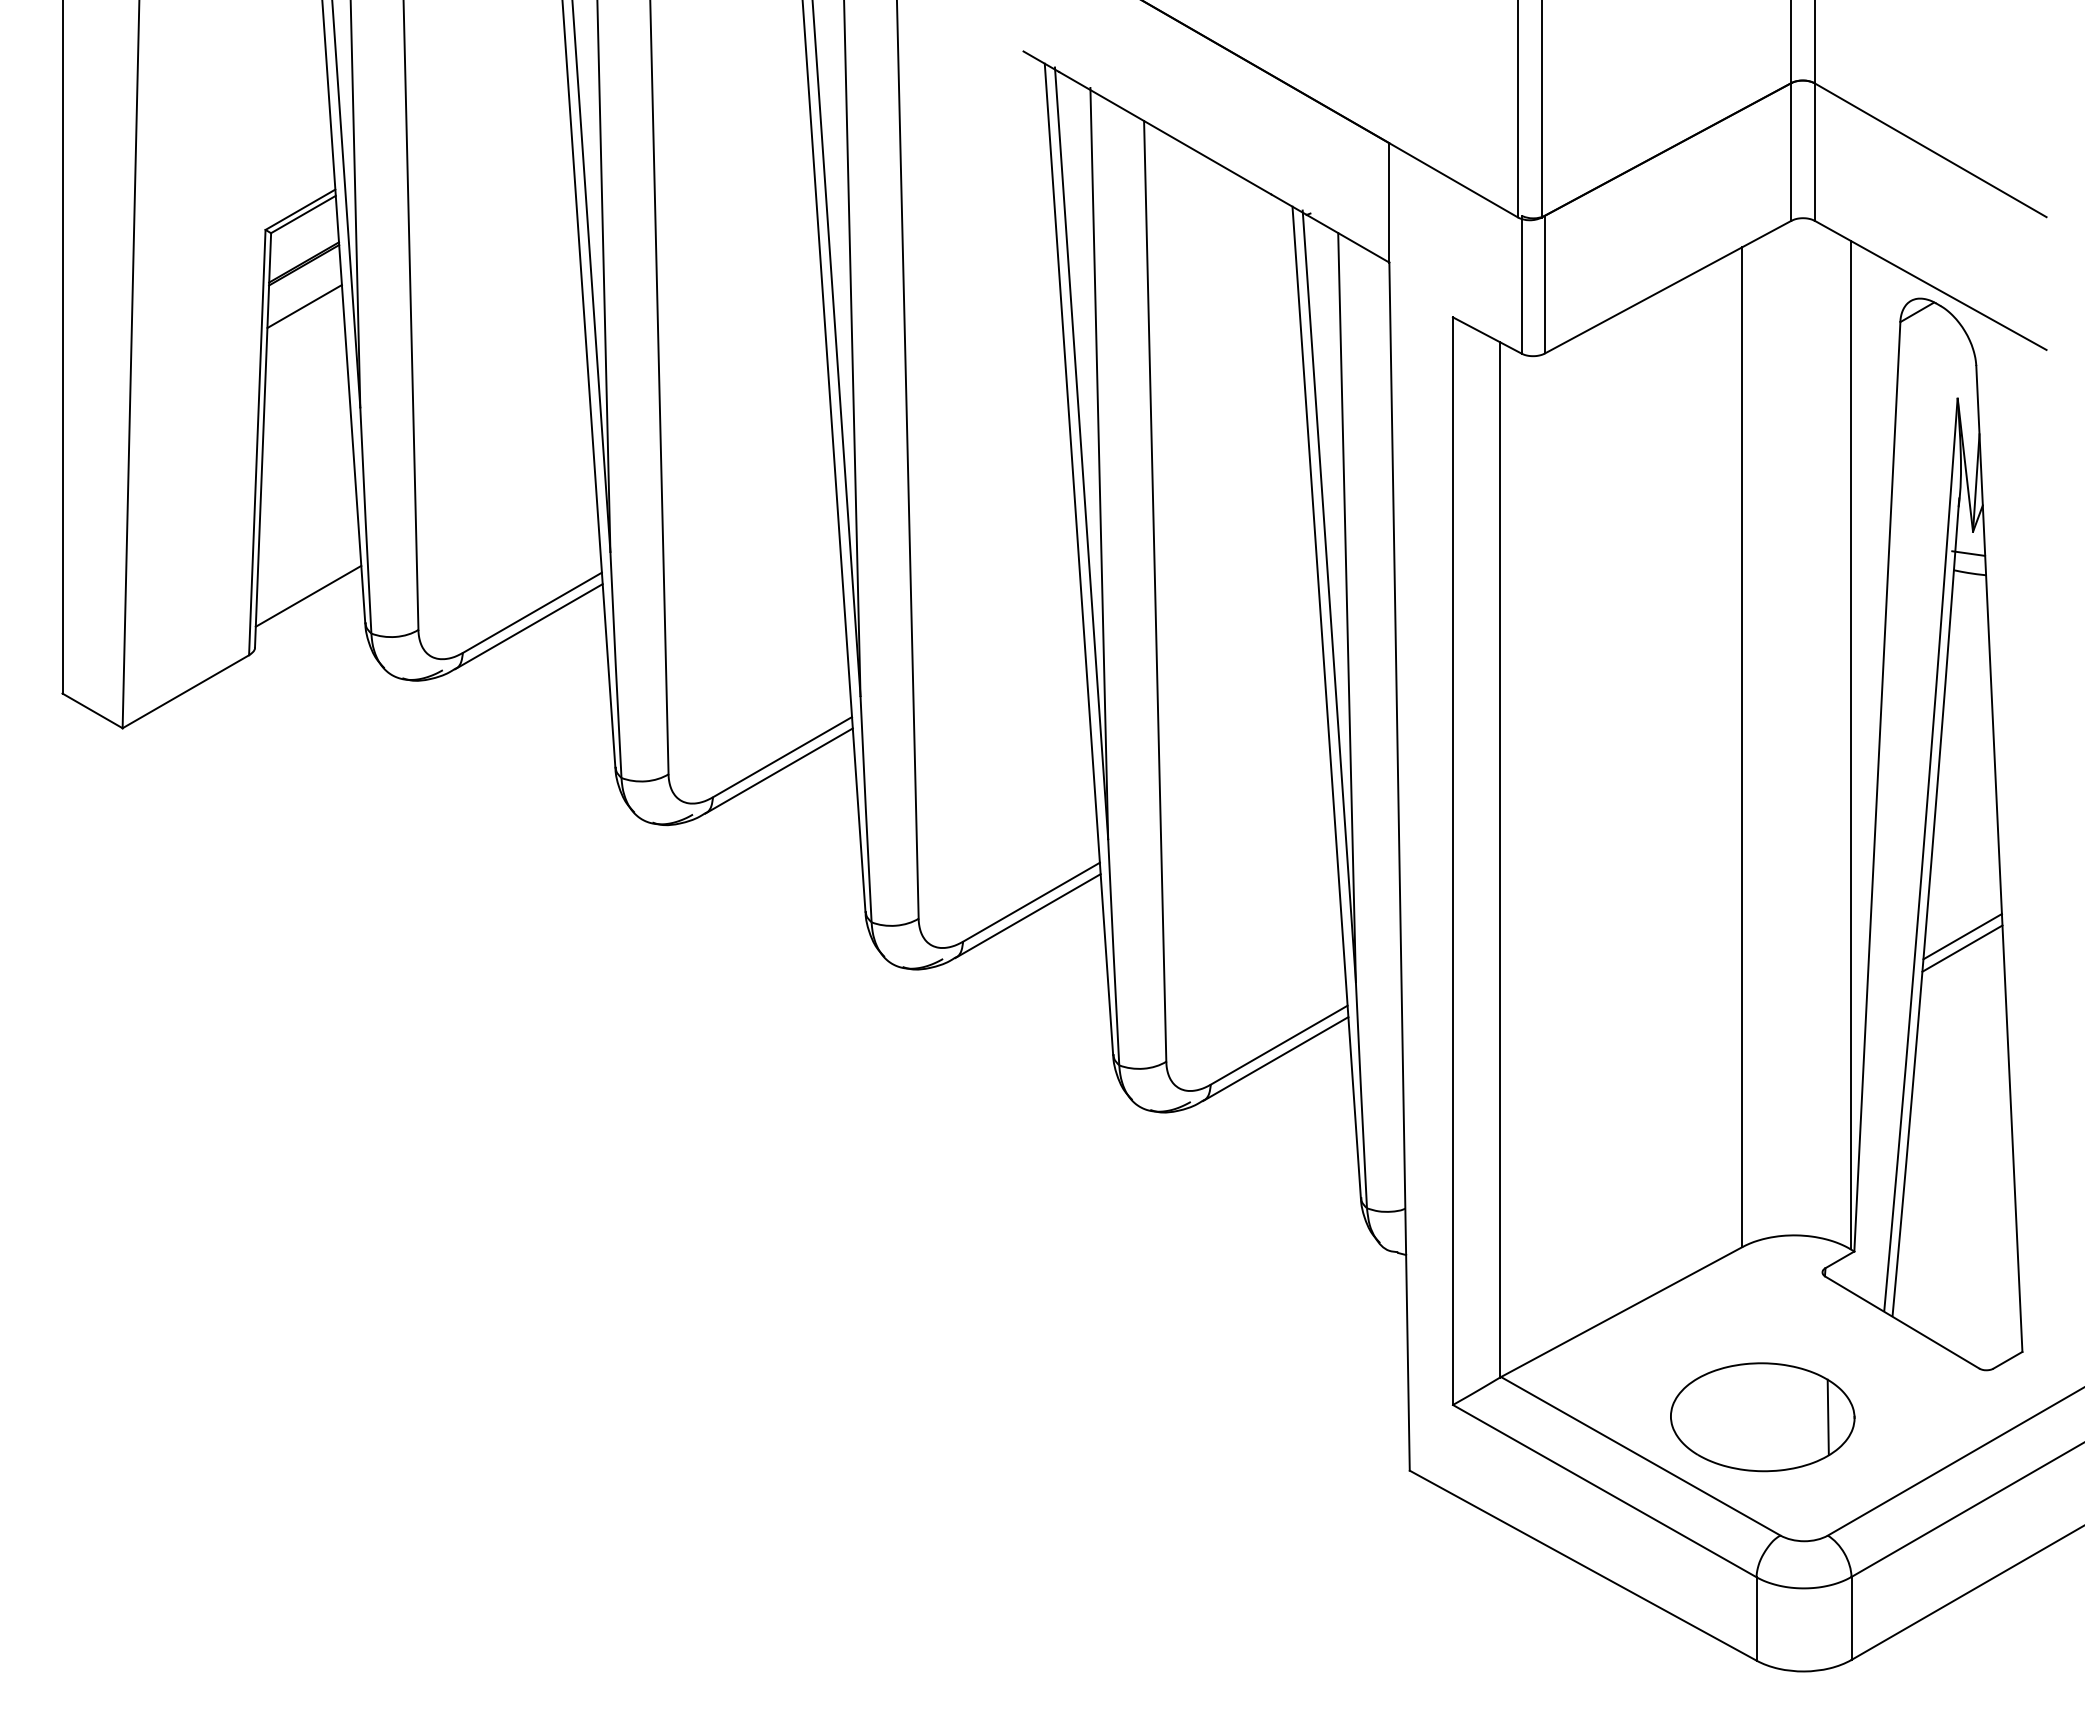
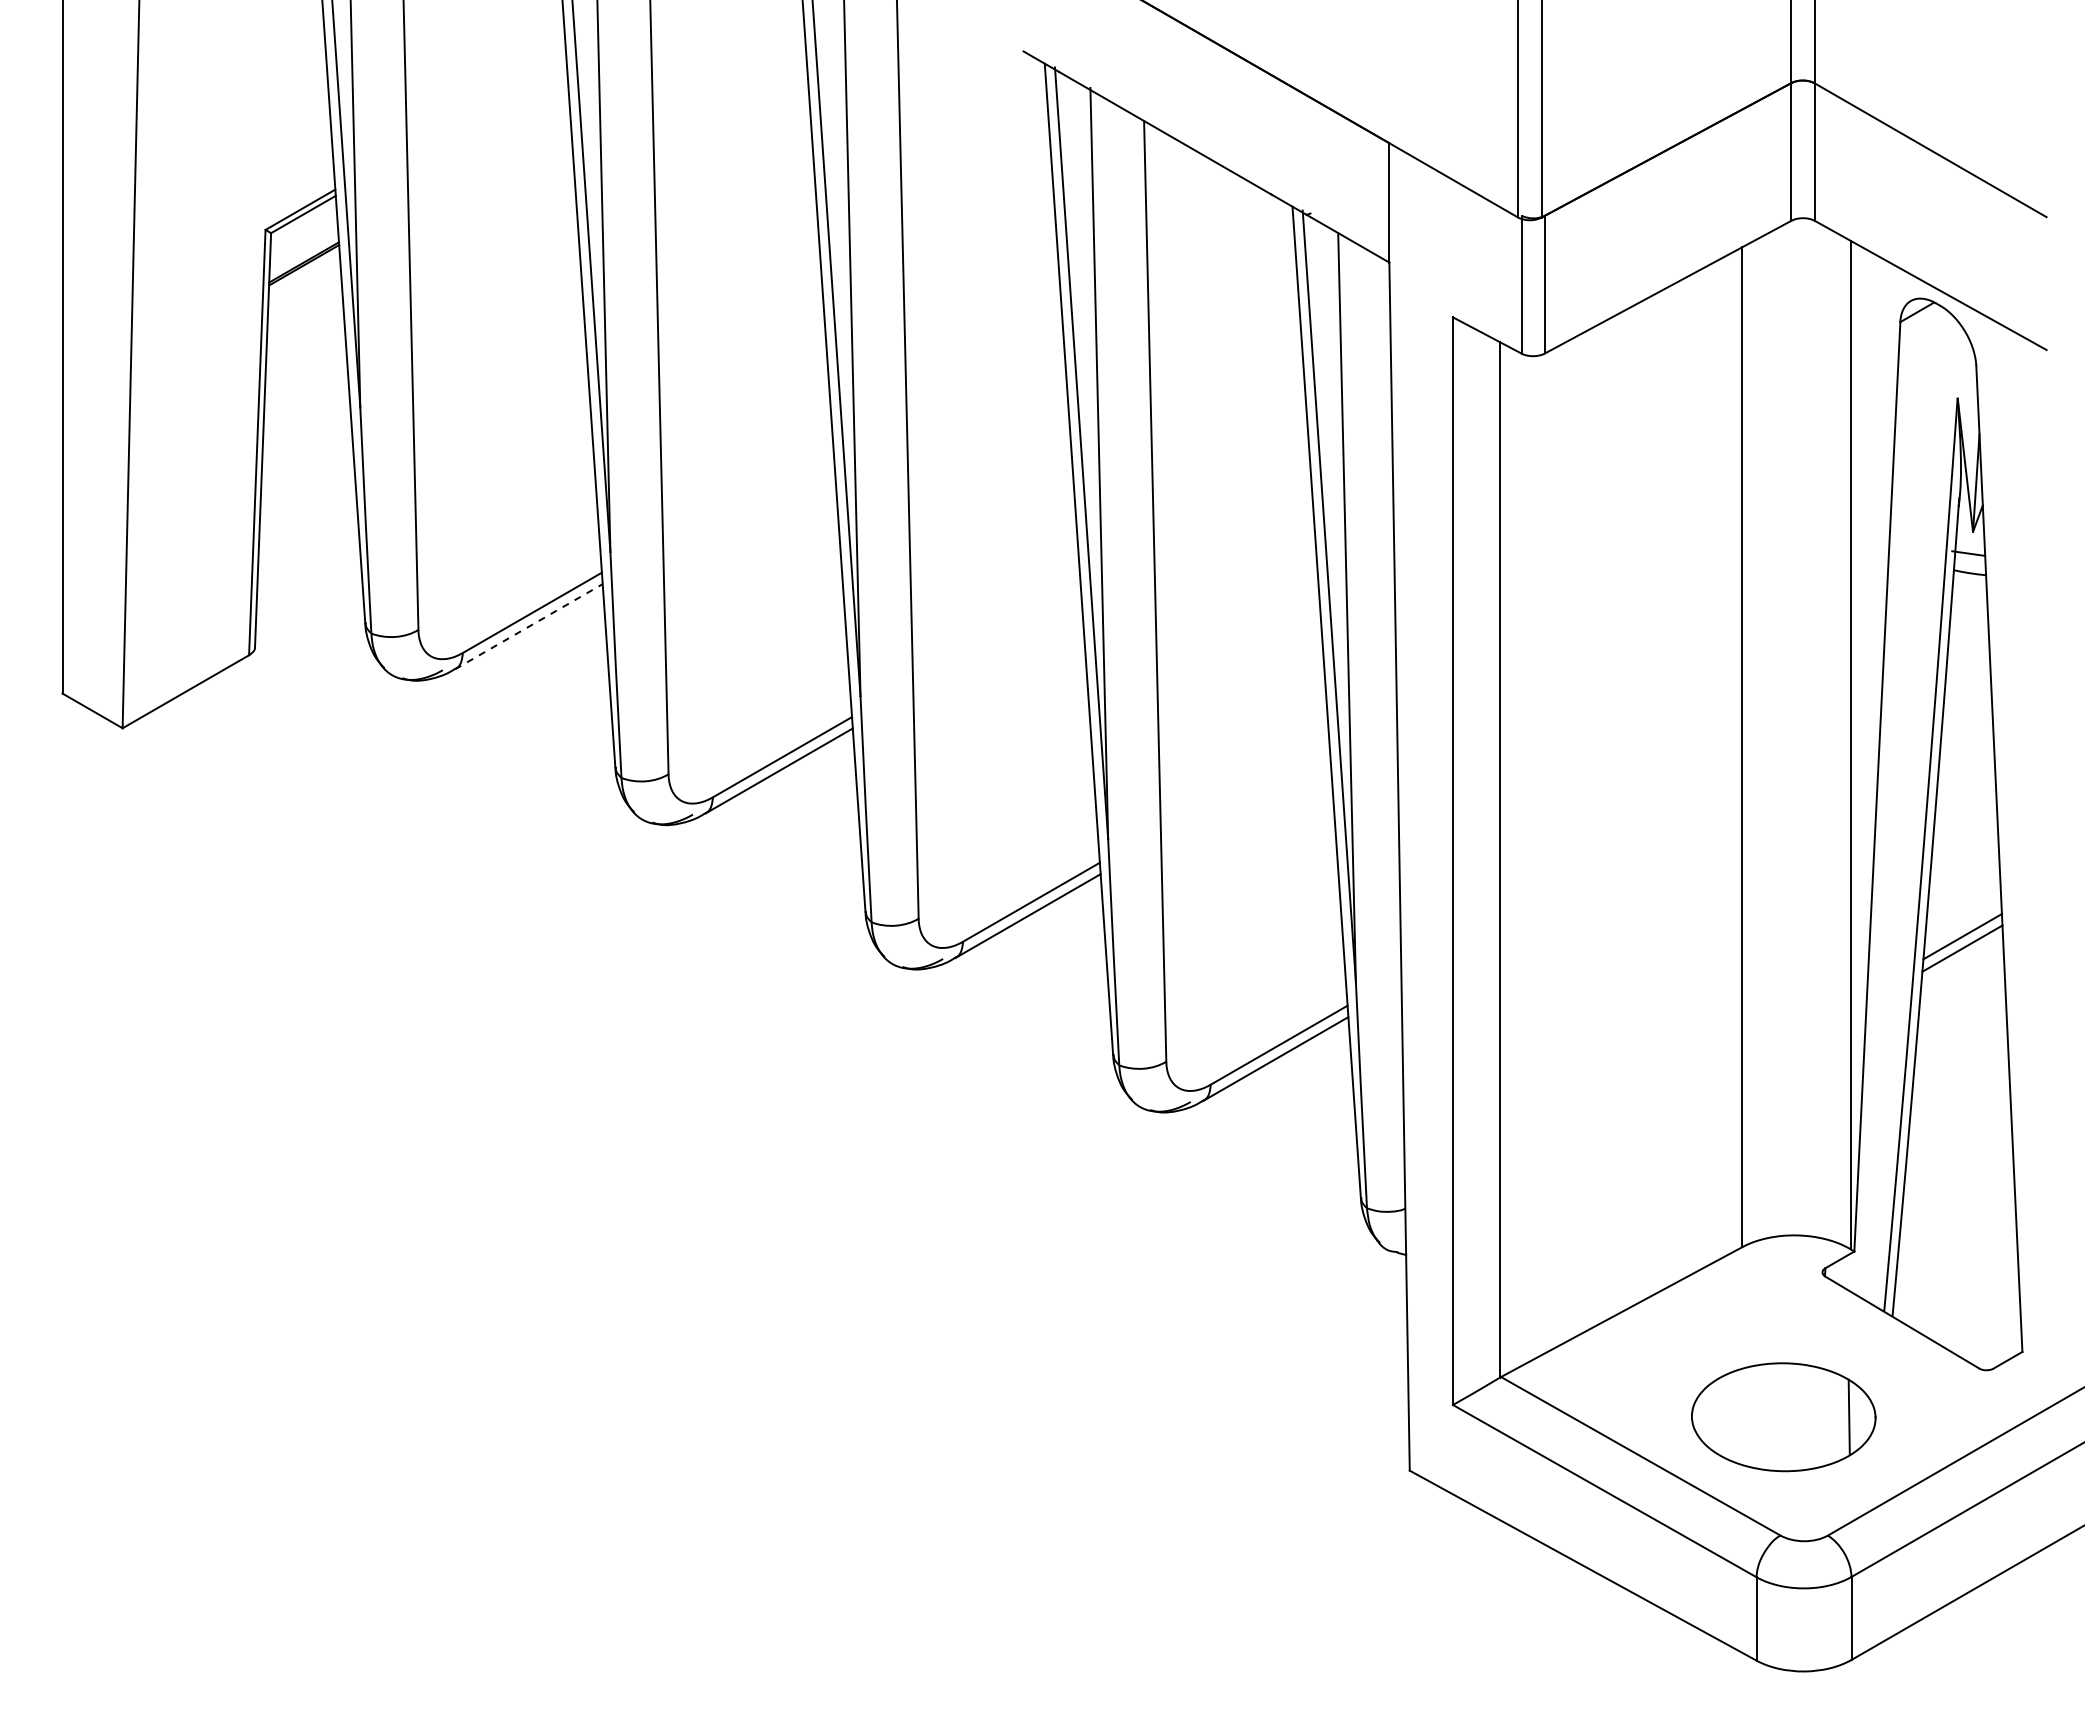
line at (304, 306): present -> none
line at (308, 595): present -> none
line at (529, 626): solid -> dashed
part at (1762, 1417) position: (1762, 1417) -> (1783, 1417)
